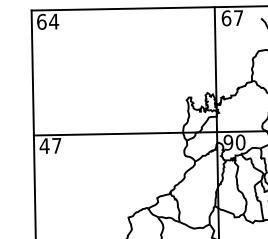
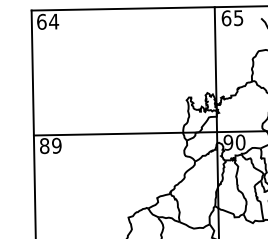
text at (238, 18): 67 -> 65
text at (50, 145): 47 -> 89
